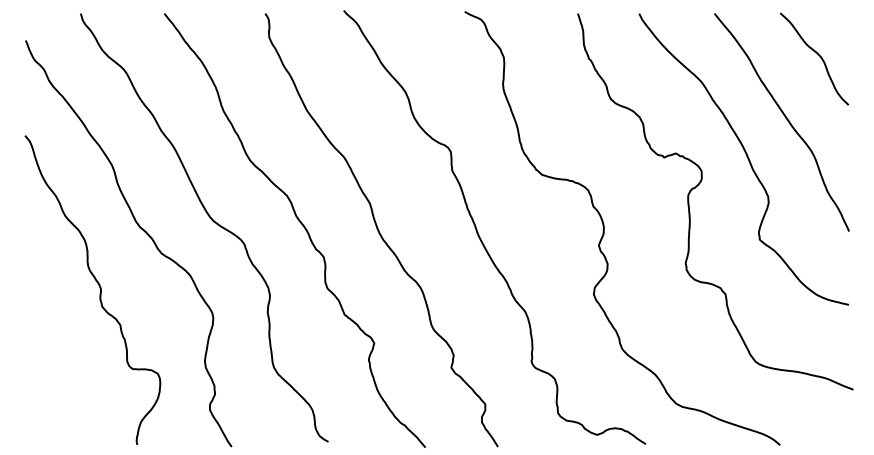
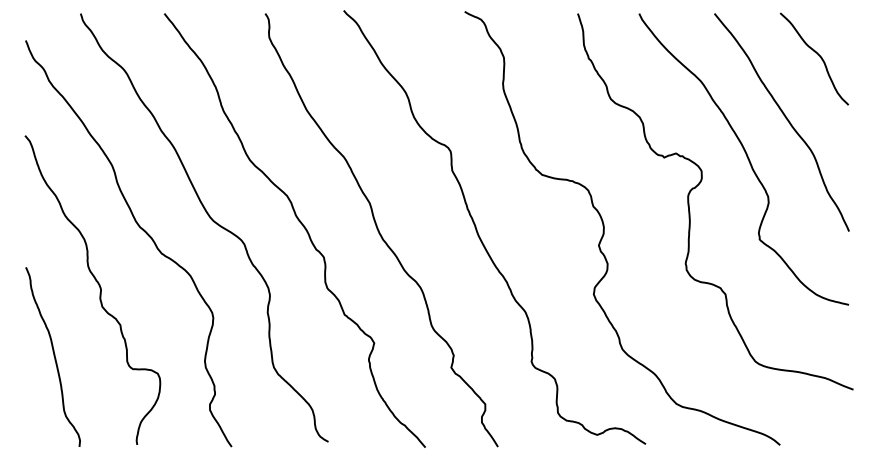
curve at (53, 356): none -> present
